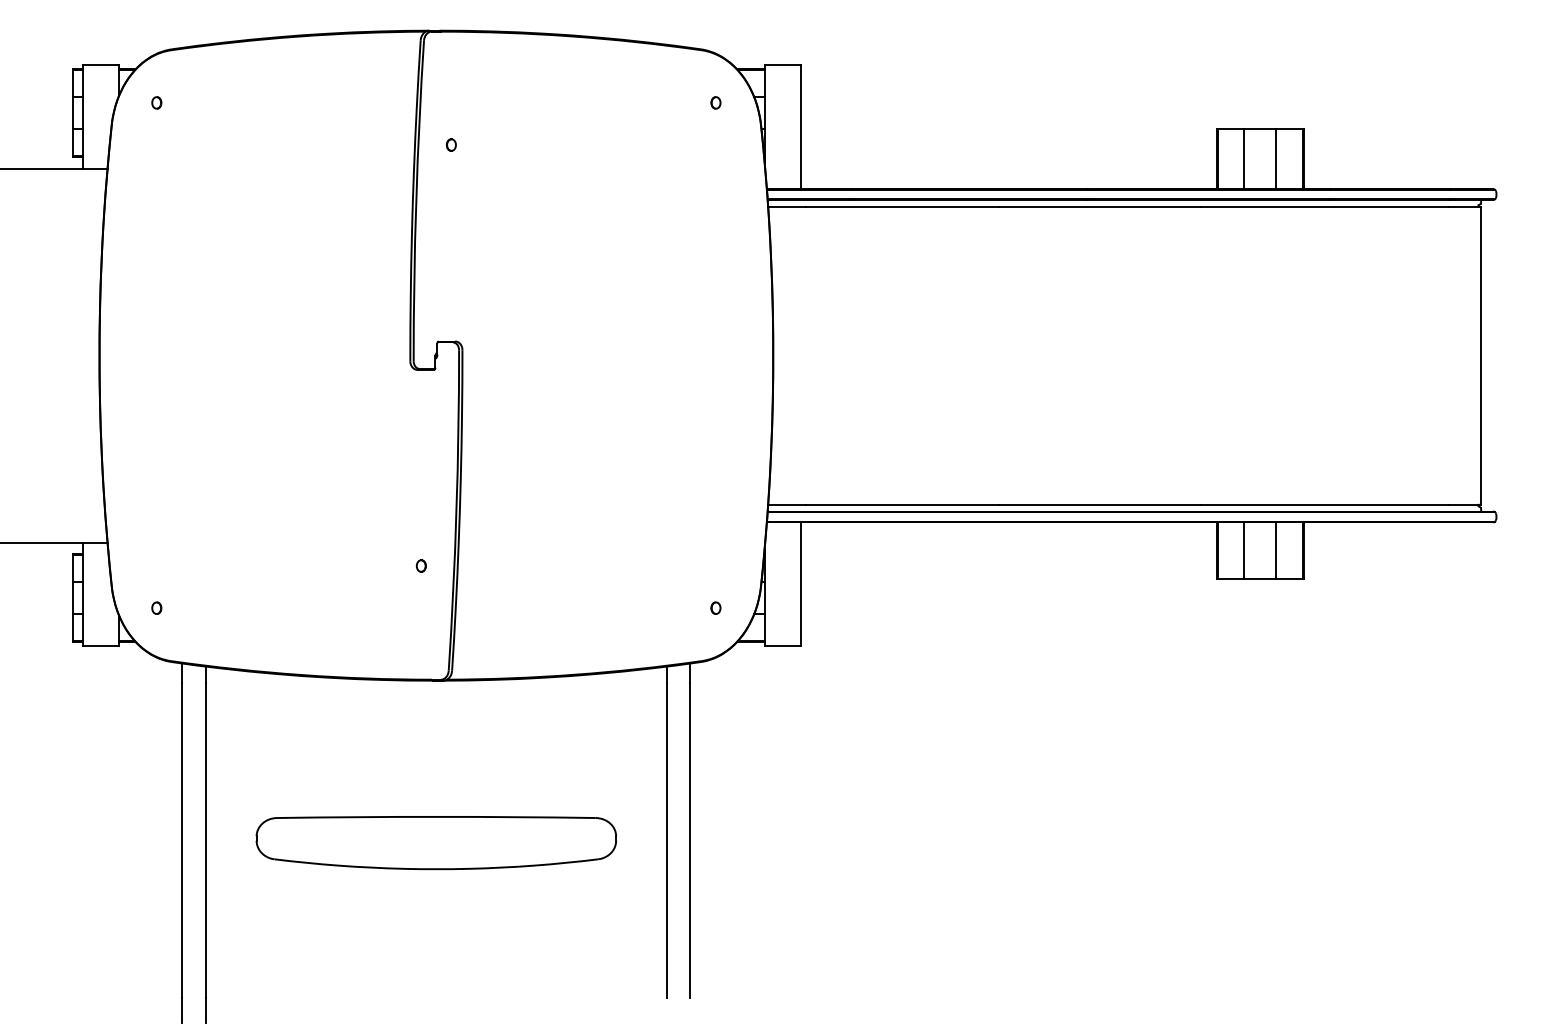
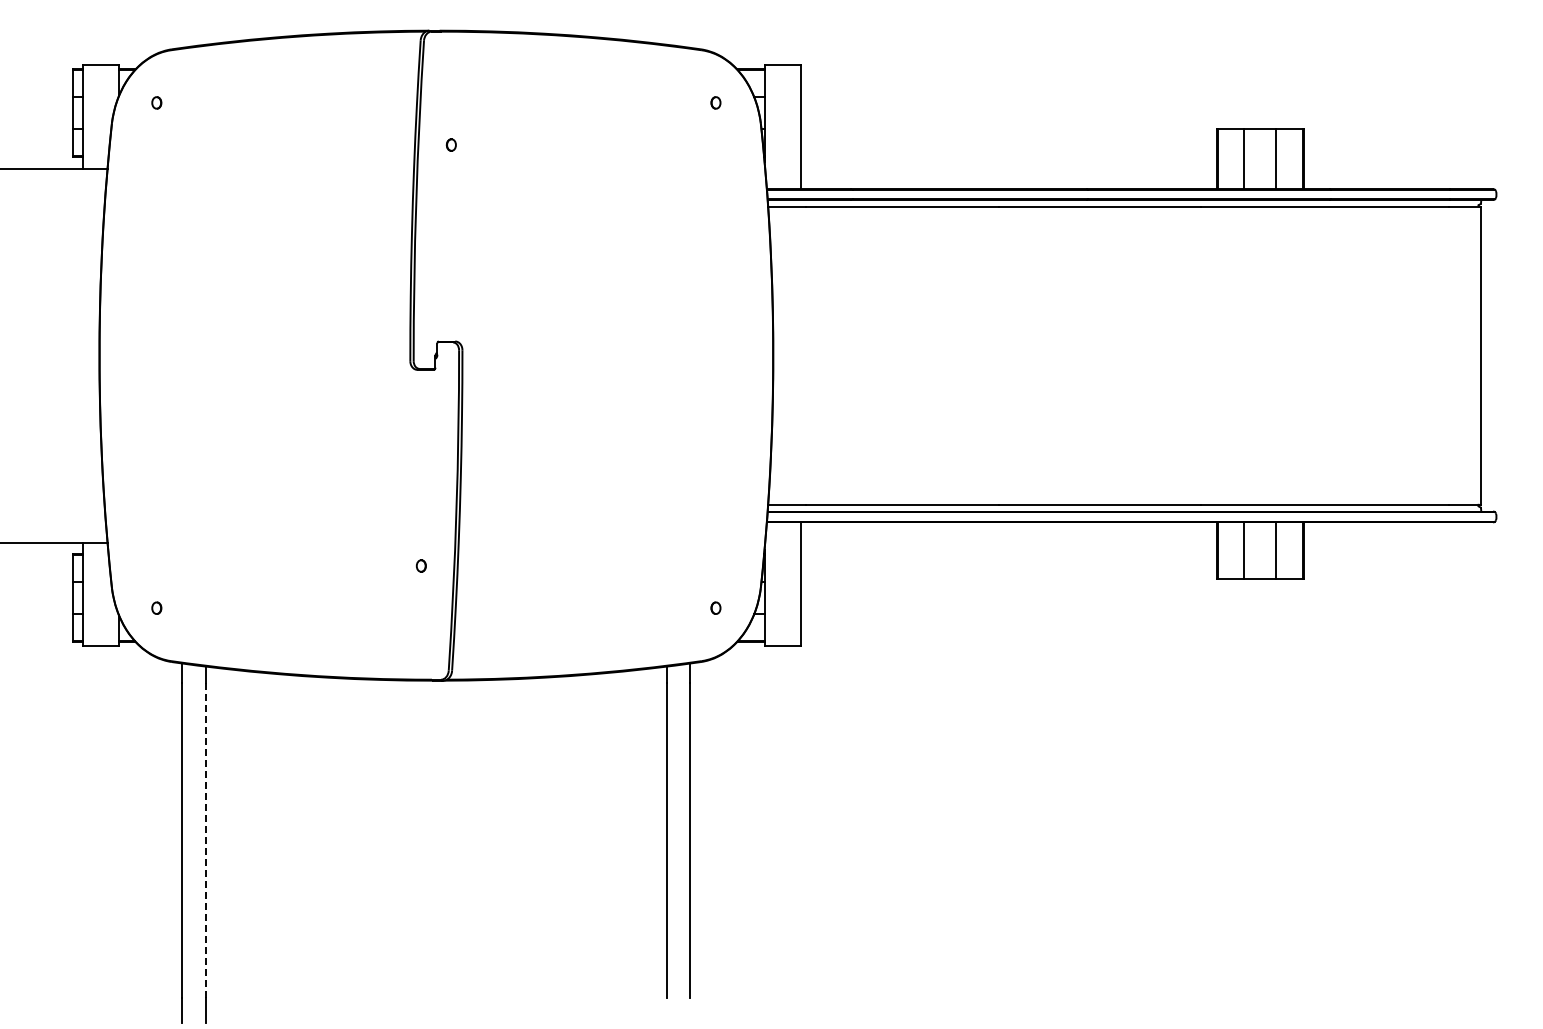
line at (205, 840): solid -> dashed
part at (435, 843): present -> none
